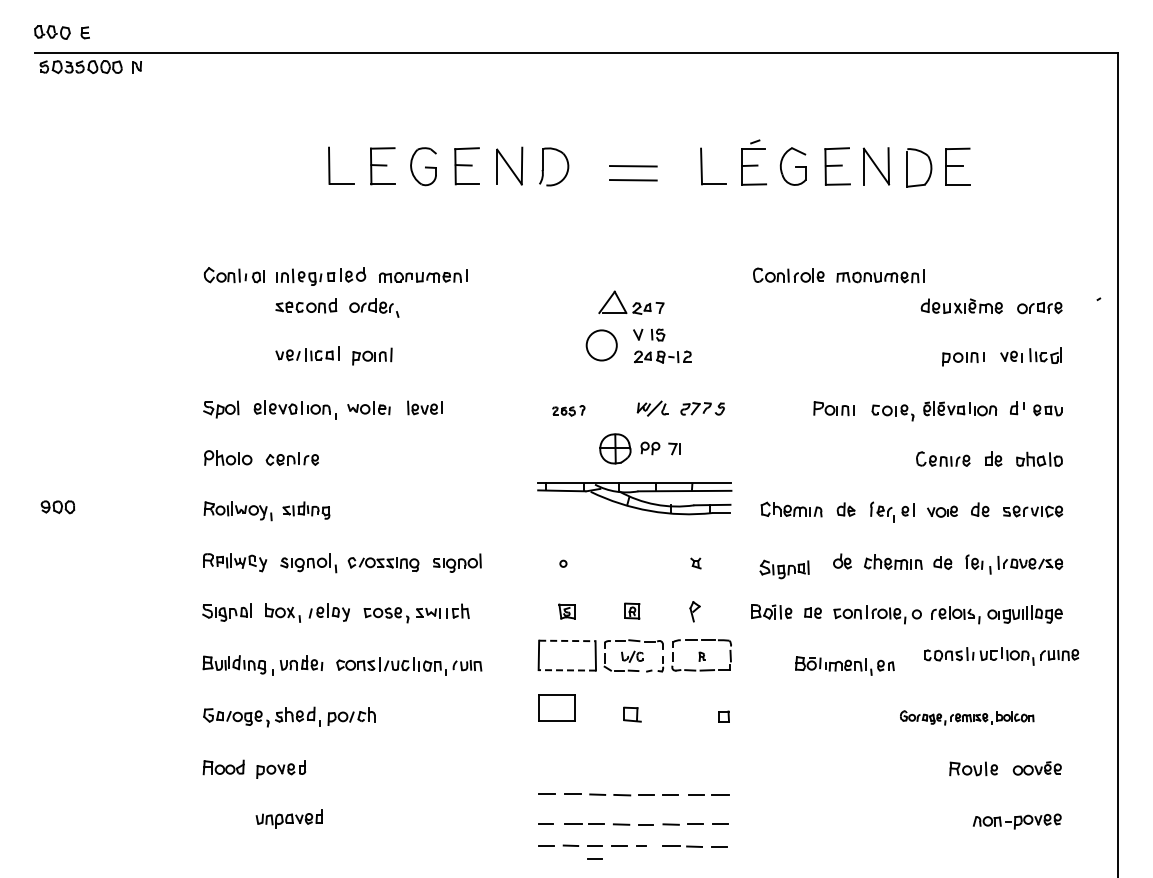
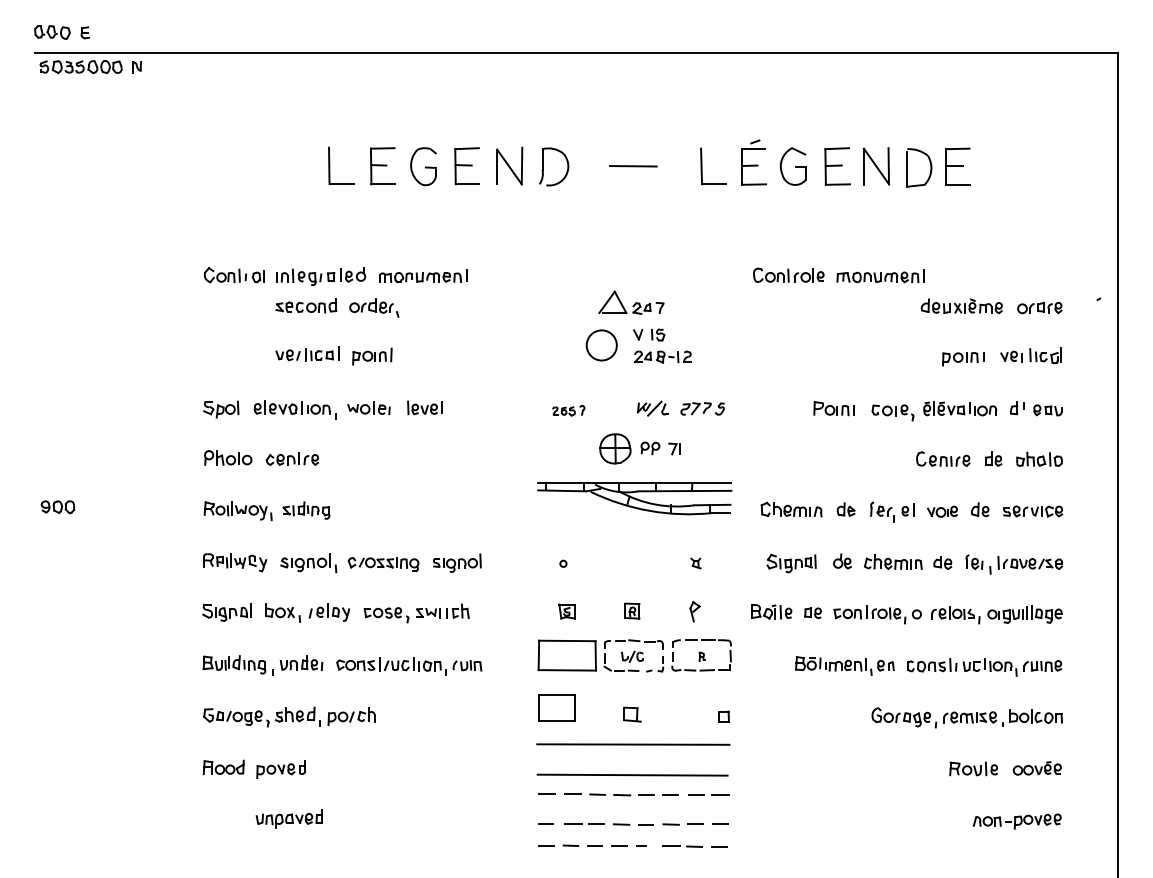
line at (633, 180): present -> none
part at (784, 569) position: (784, 569) -> (791, 563)
line at (567, 640): dashed -> solid
part at (1001, 656) position: (1001, 656) -> (984, 667)
line at (567, 670): dashed -> solid
part at (967, 717) size: 135x16 px -> 192x22 px
line at (633, 744): none -> present
line at (632, 774): none -> present
line at (594, 858): present -> none
